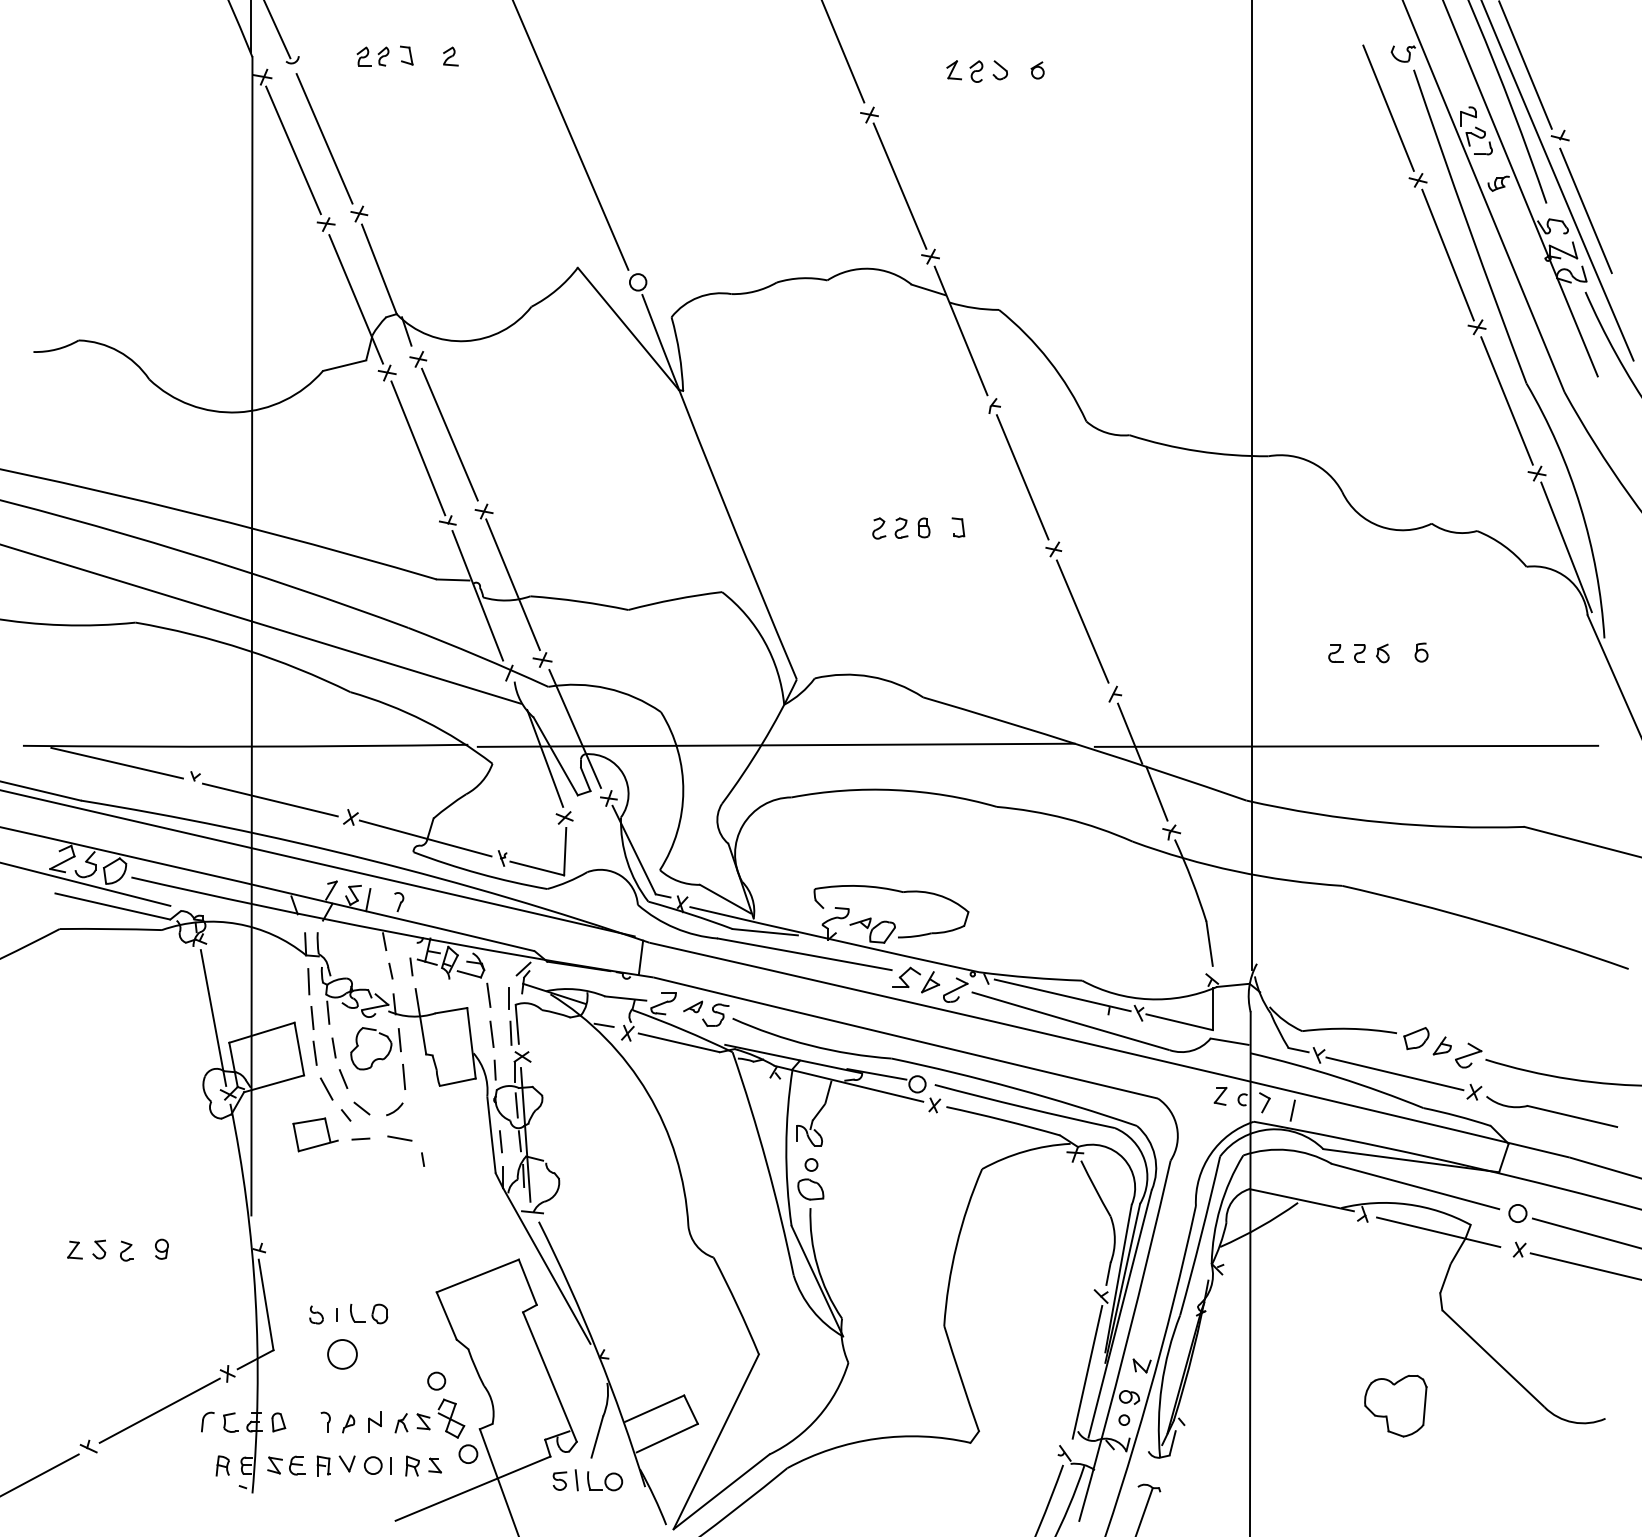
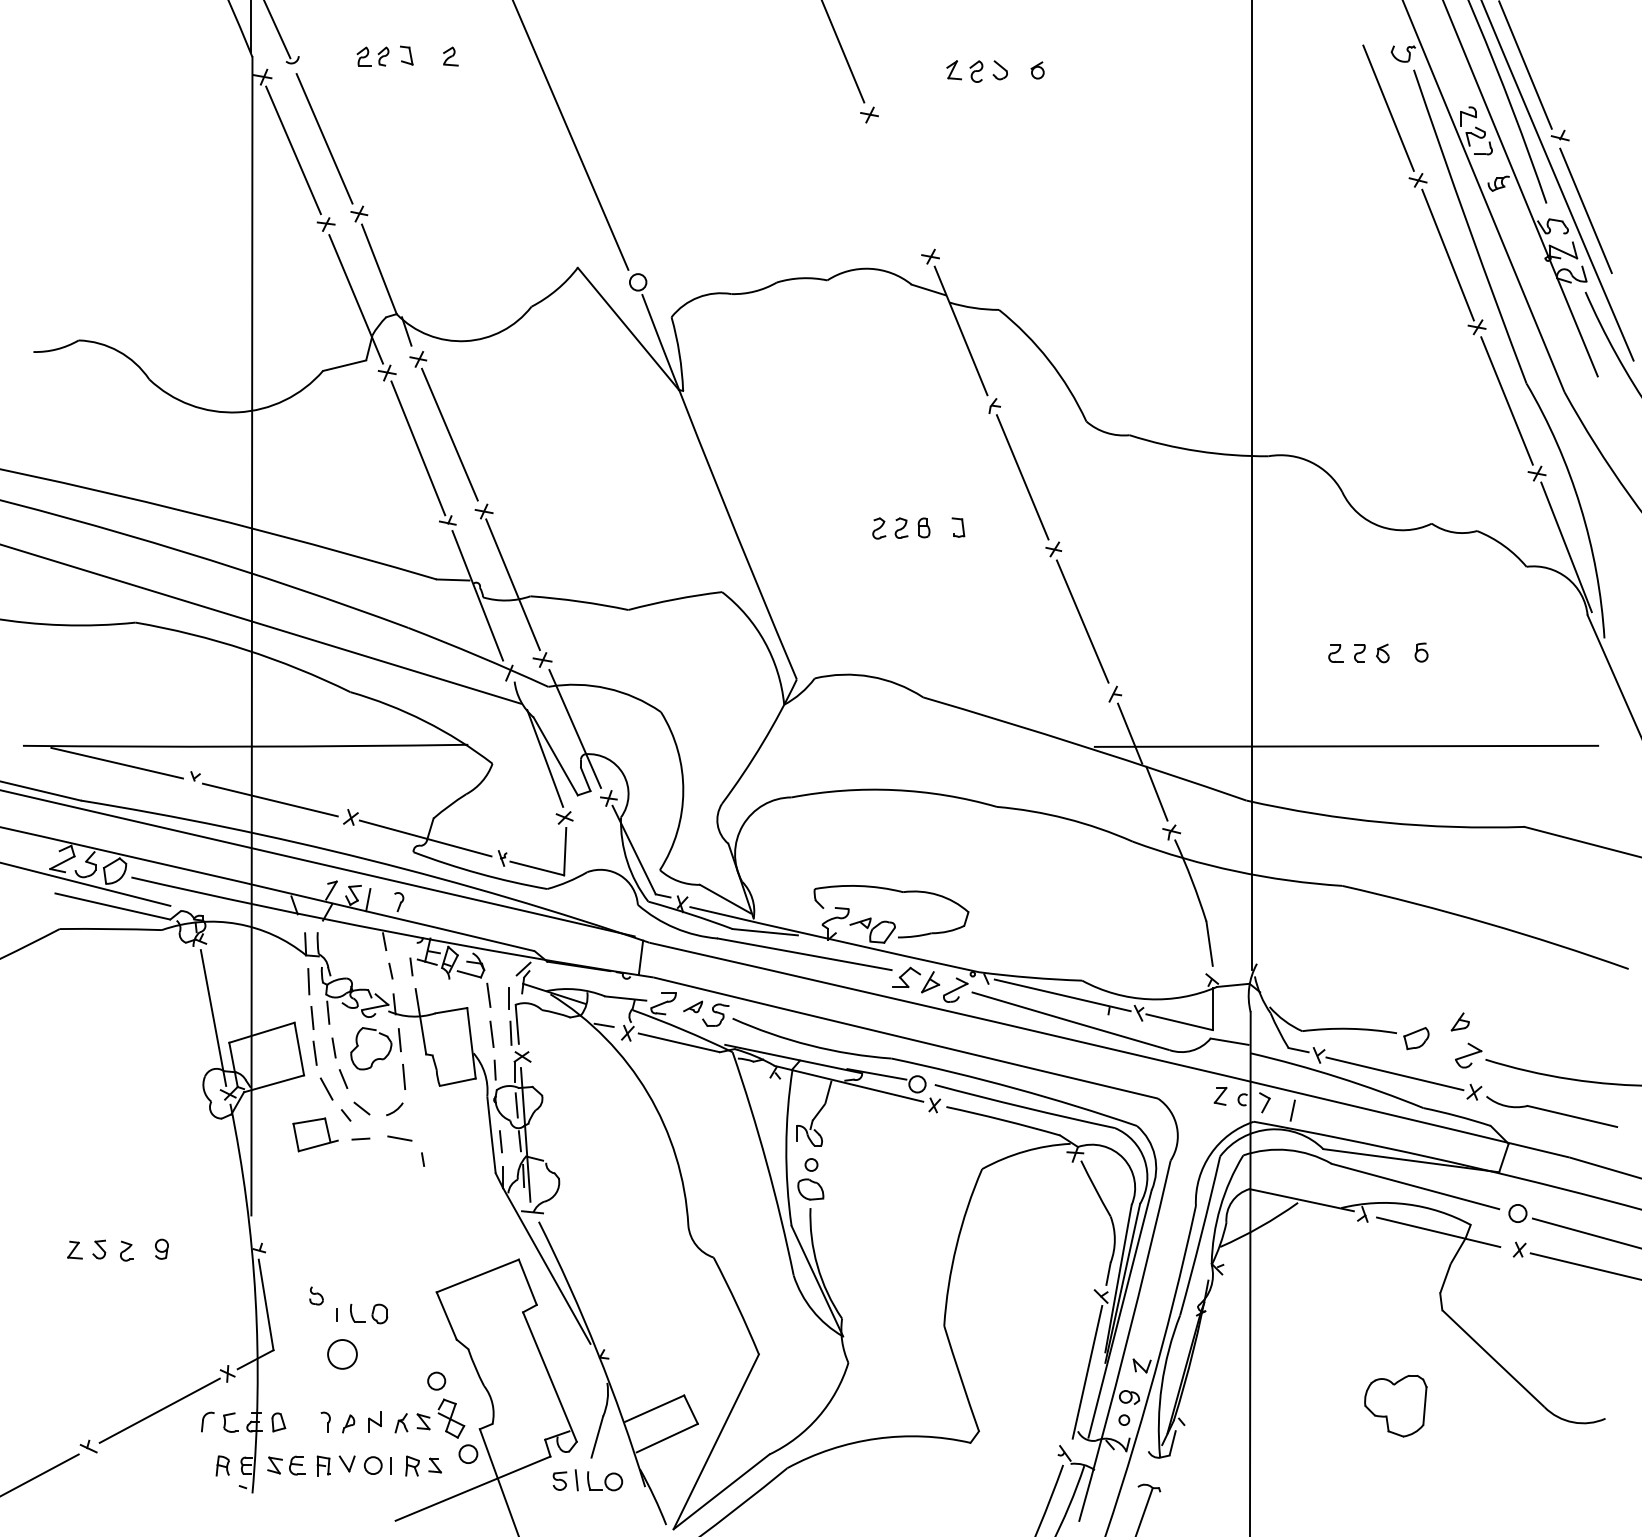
line at (899, 185): present -> none
line at (775, 744): present -> none
part at (1441, 1045) position: (1441, 1045) -> (1459, 1021)
part at (316, 1314) position: (316, 1314) -> (316, 1295)
